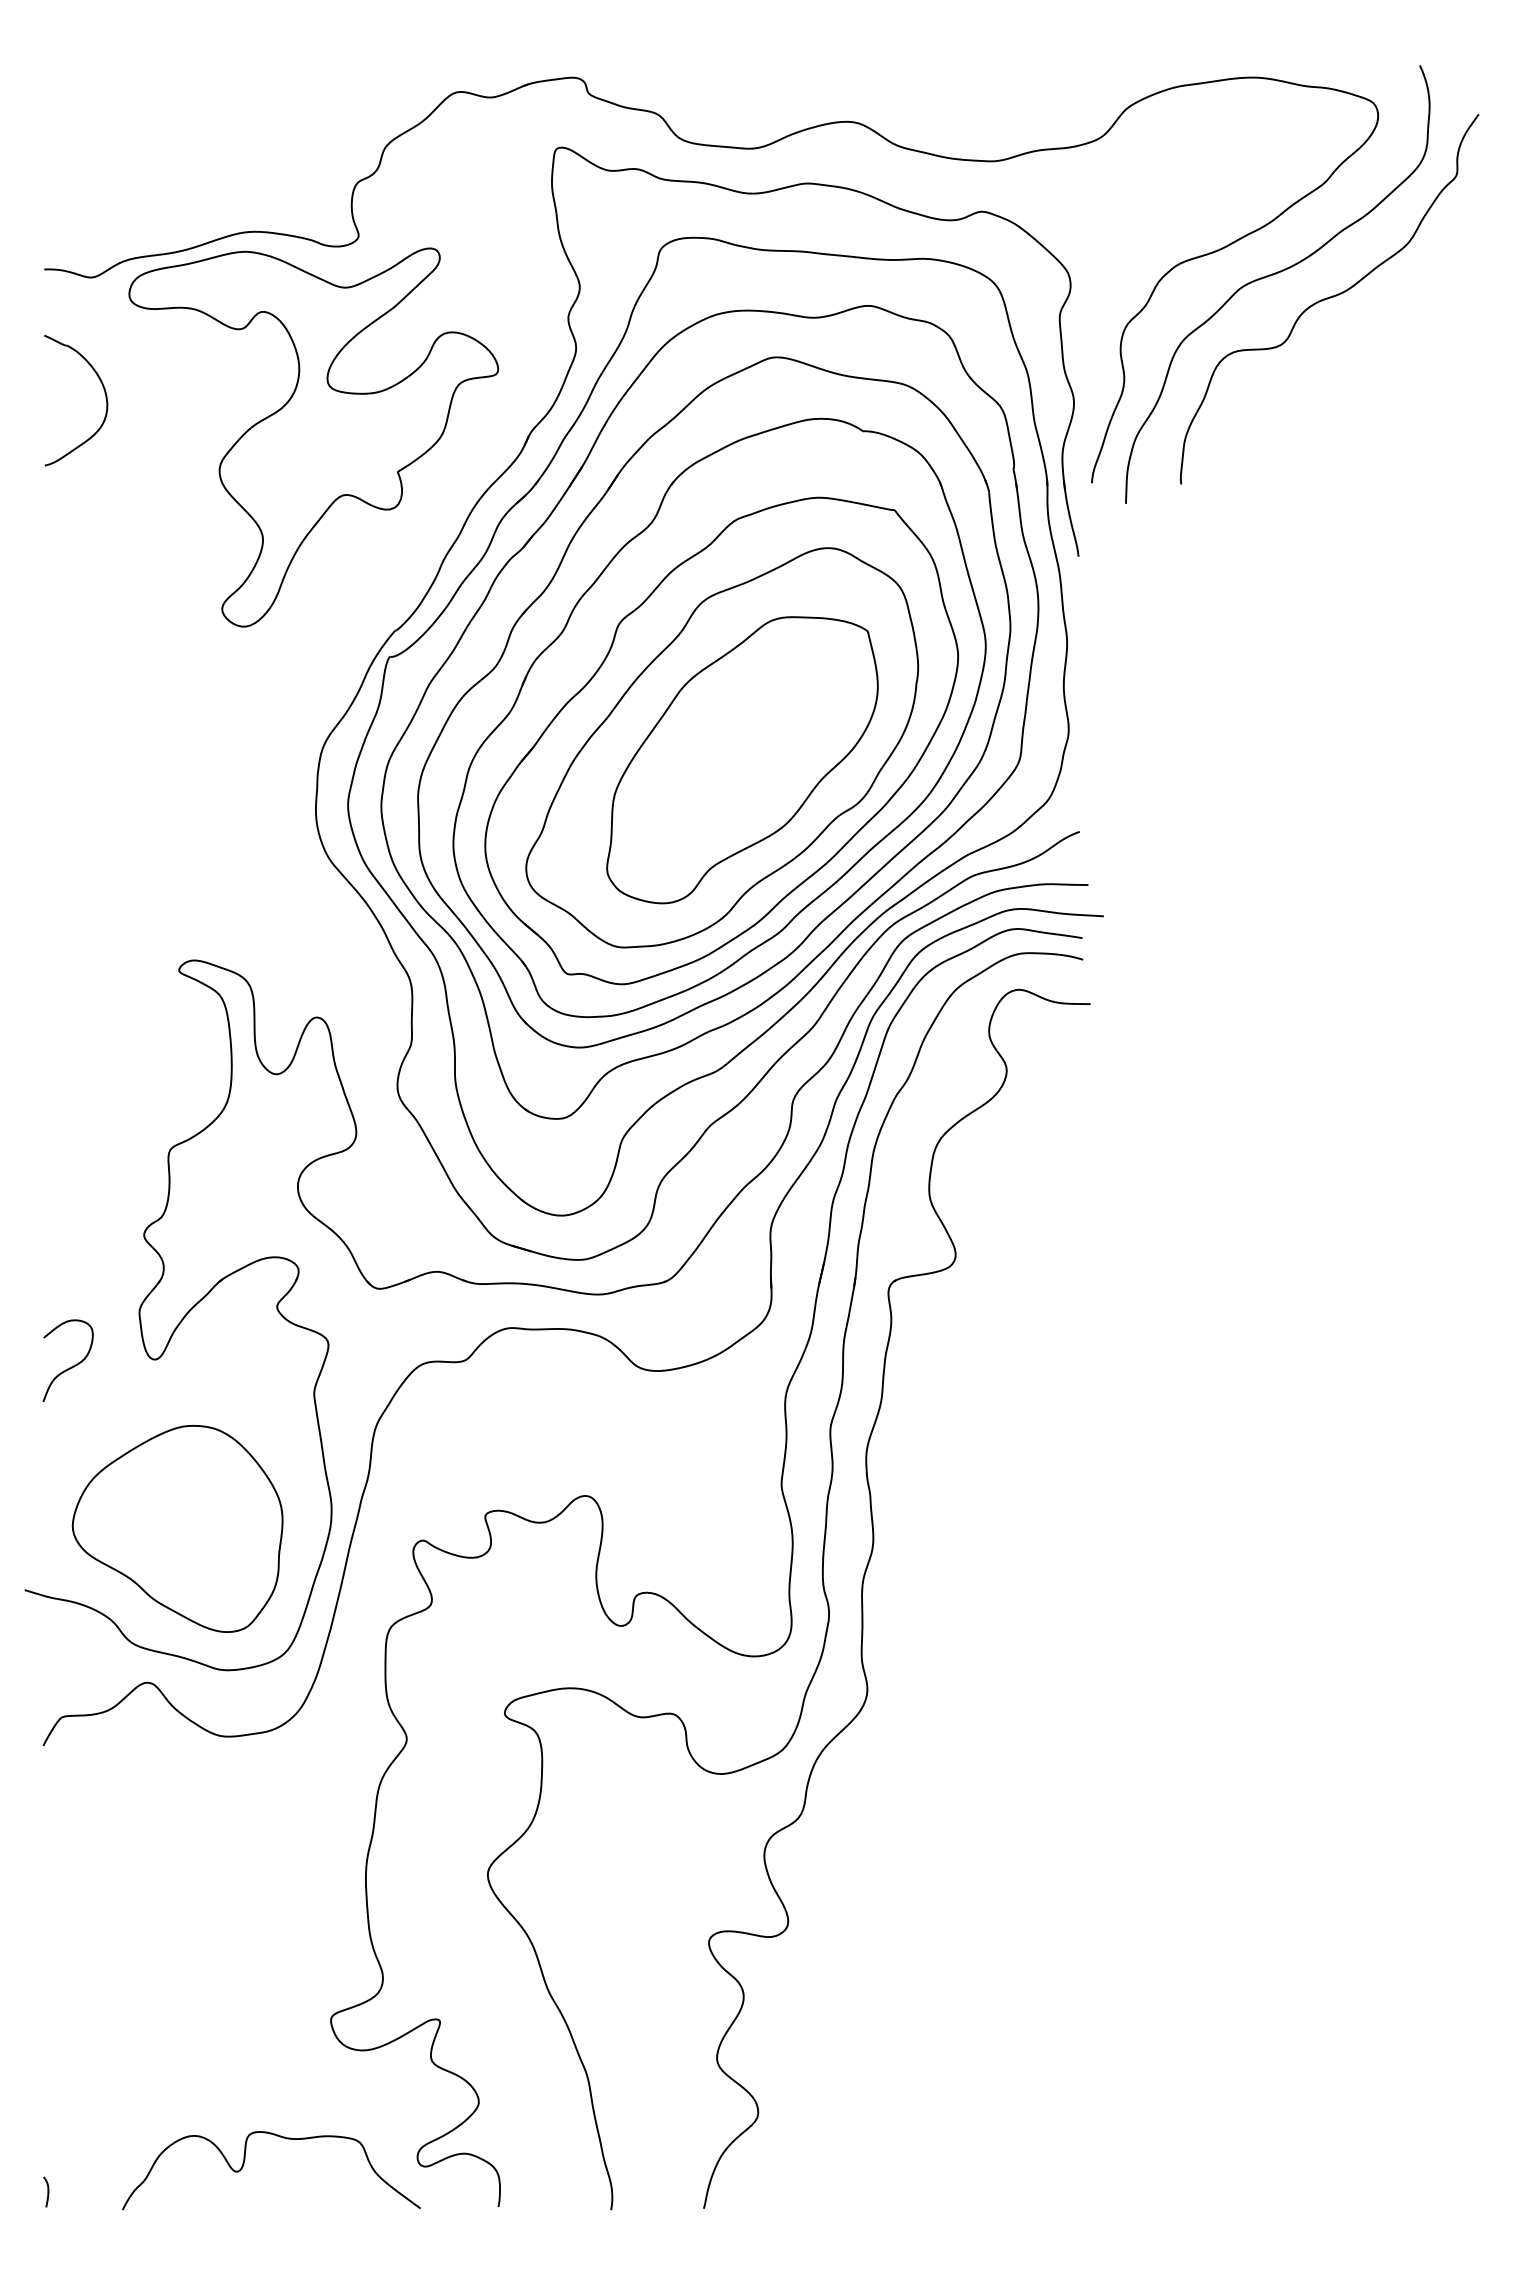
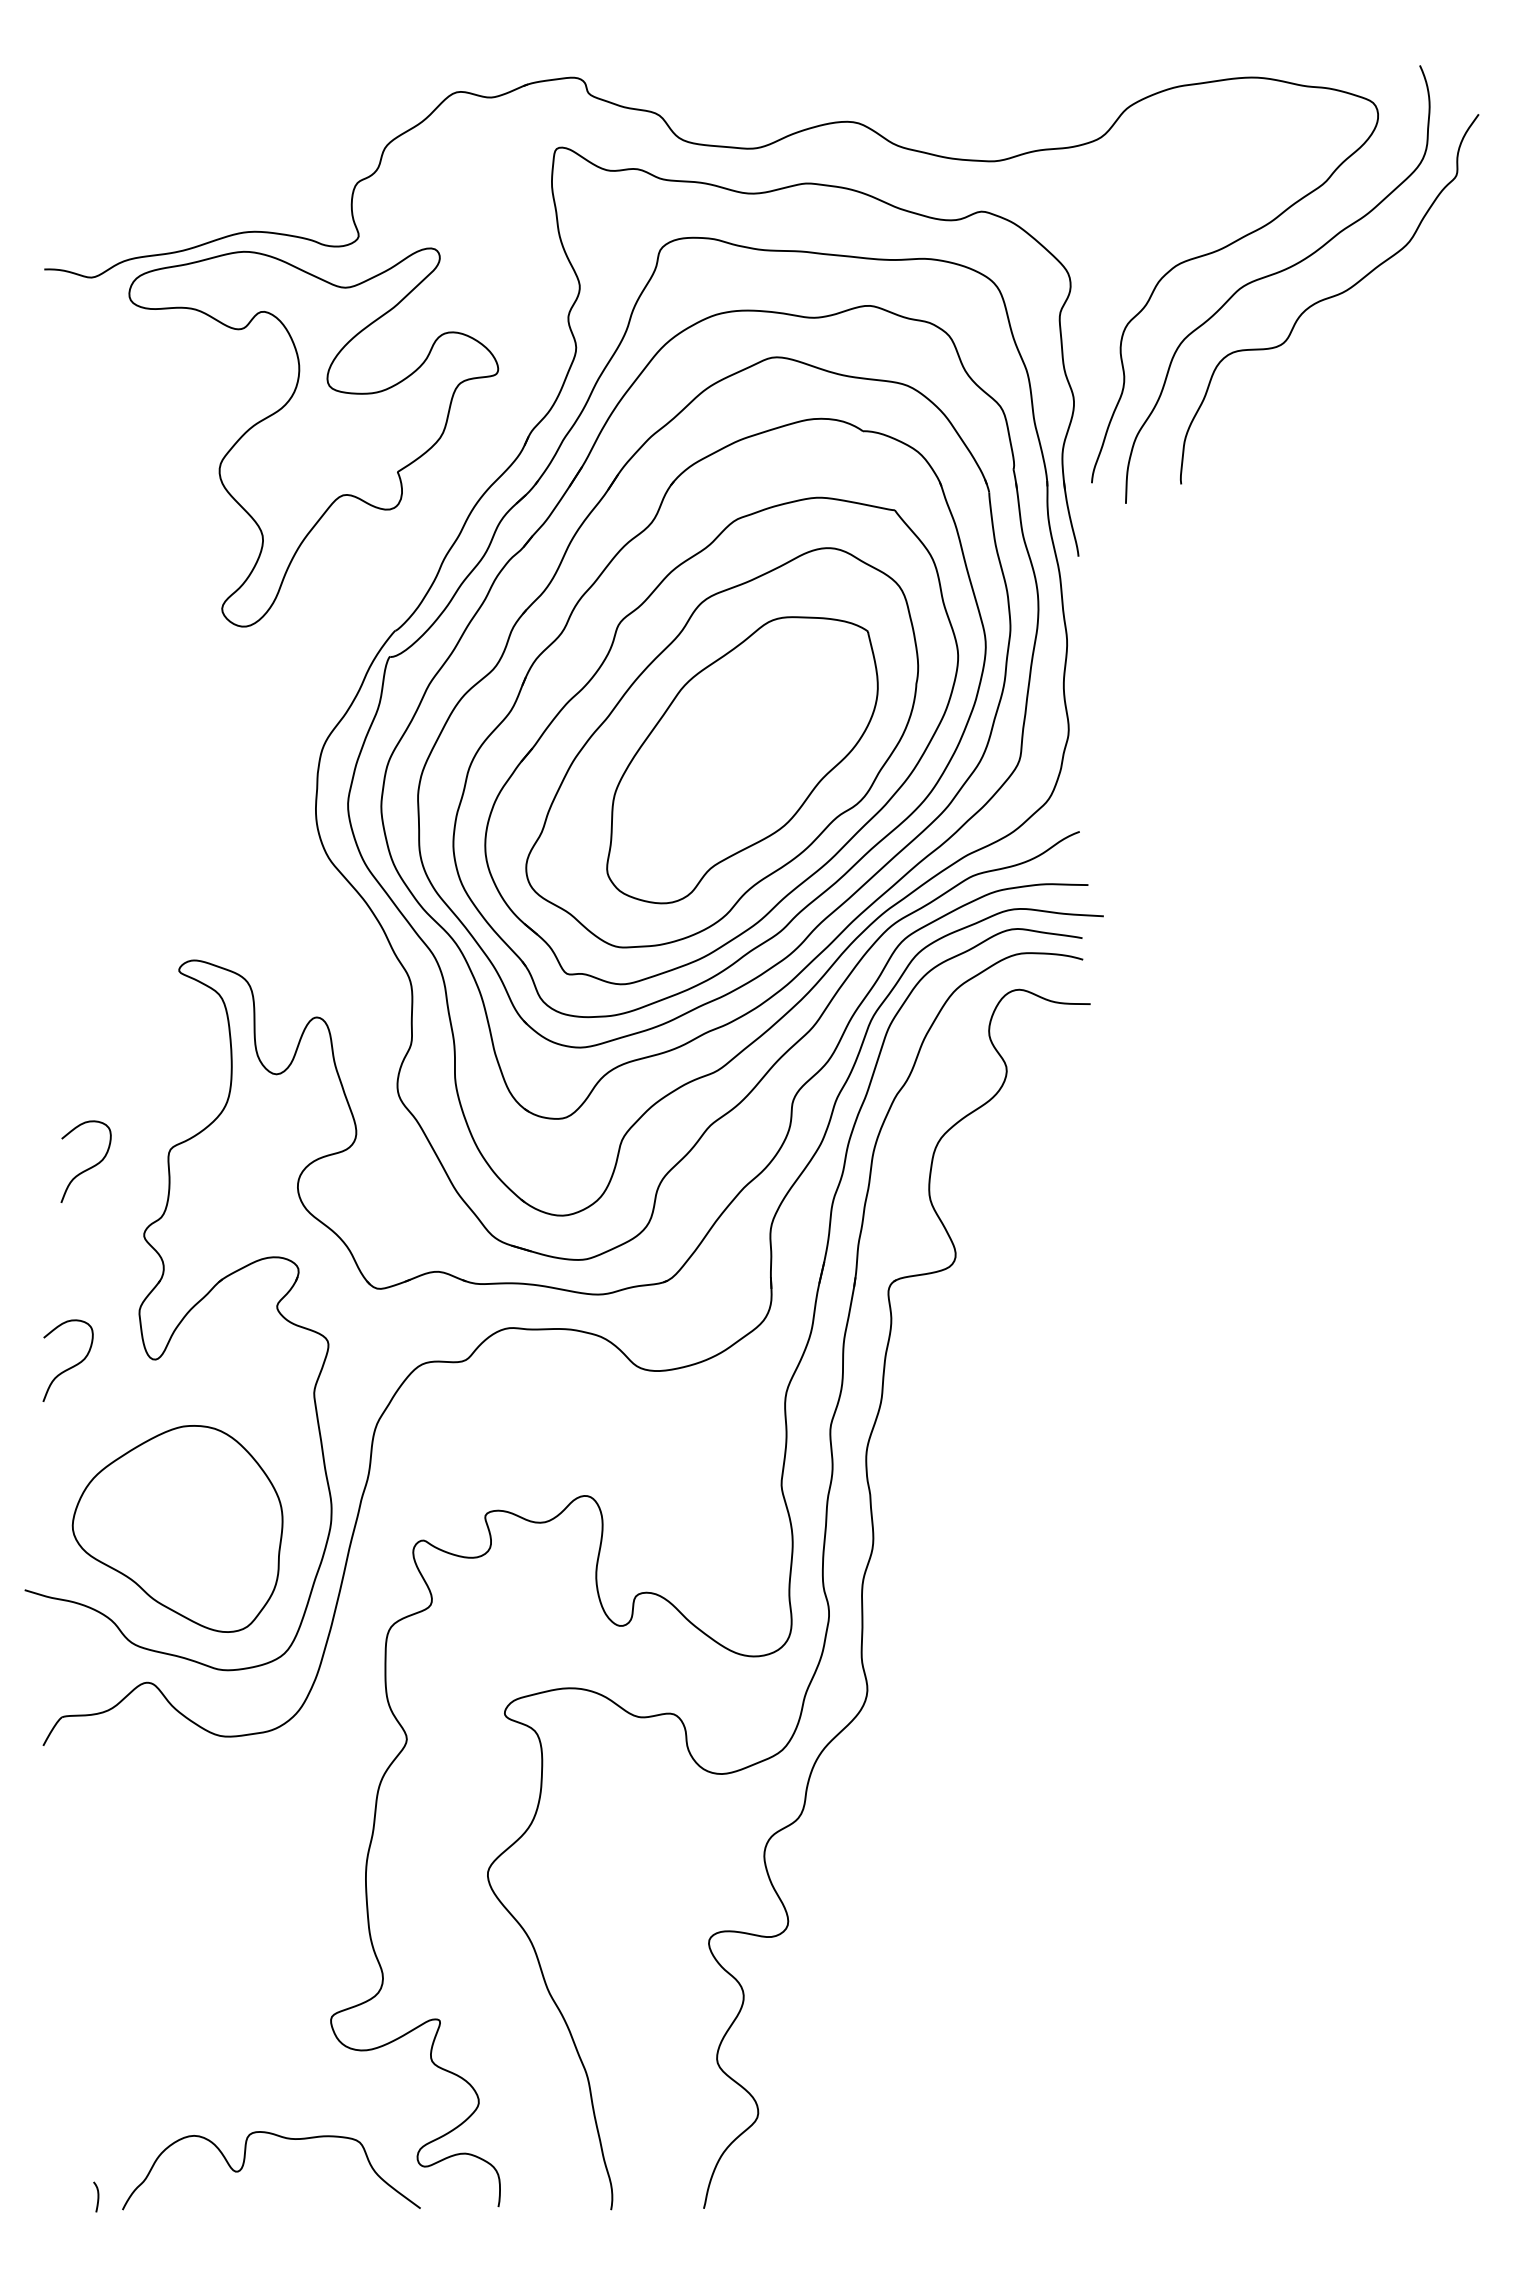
part at (104, 393): present -> none
curve at (89, 1167): none -> present
curve at (47, 2191) position: (47, 2191) -> (97, 2196)
